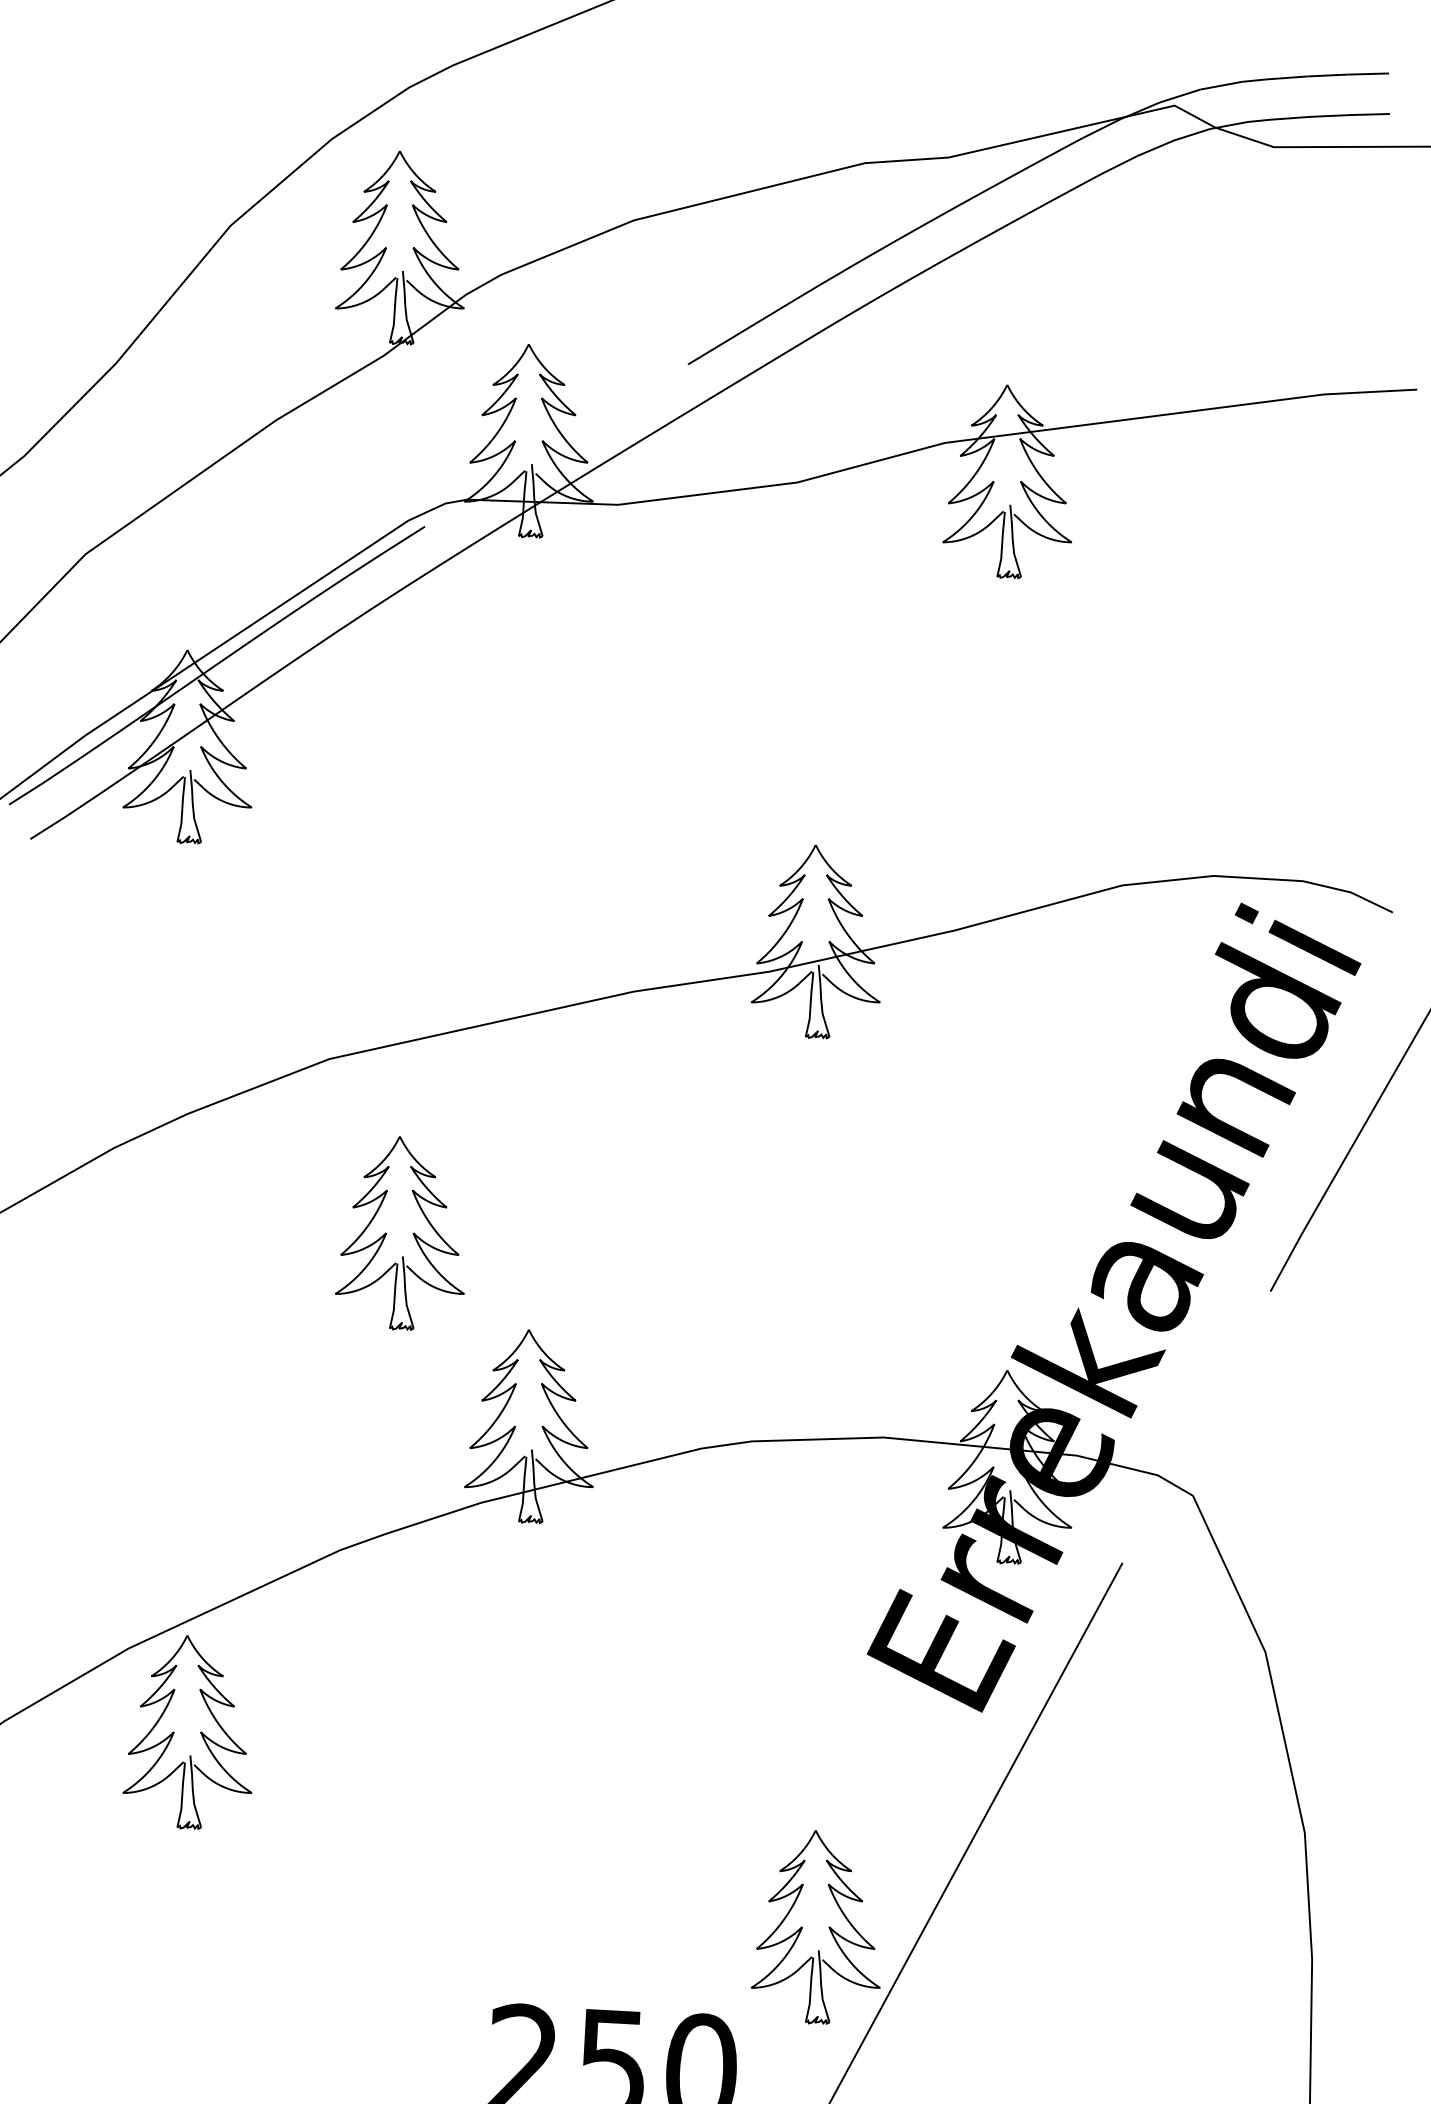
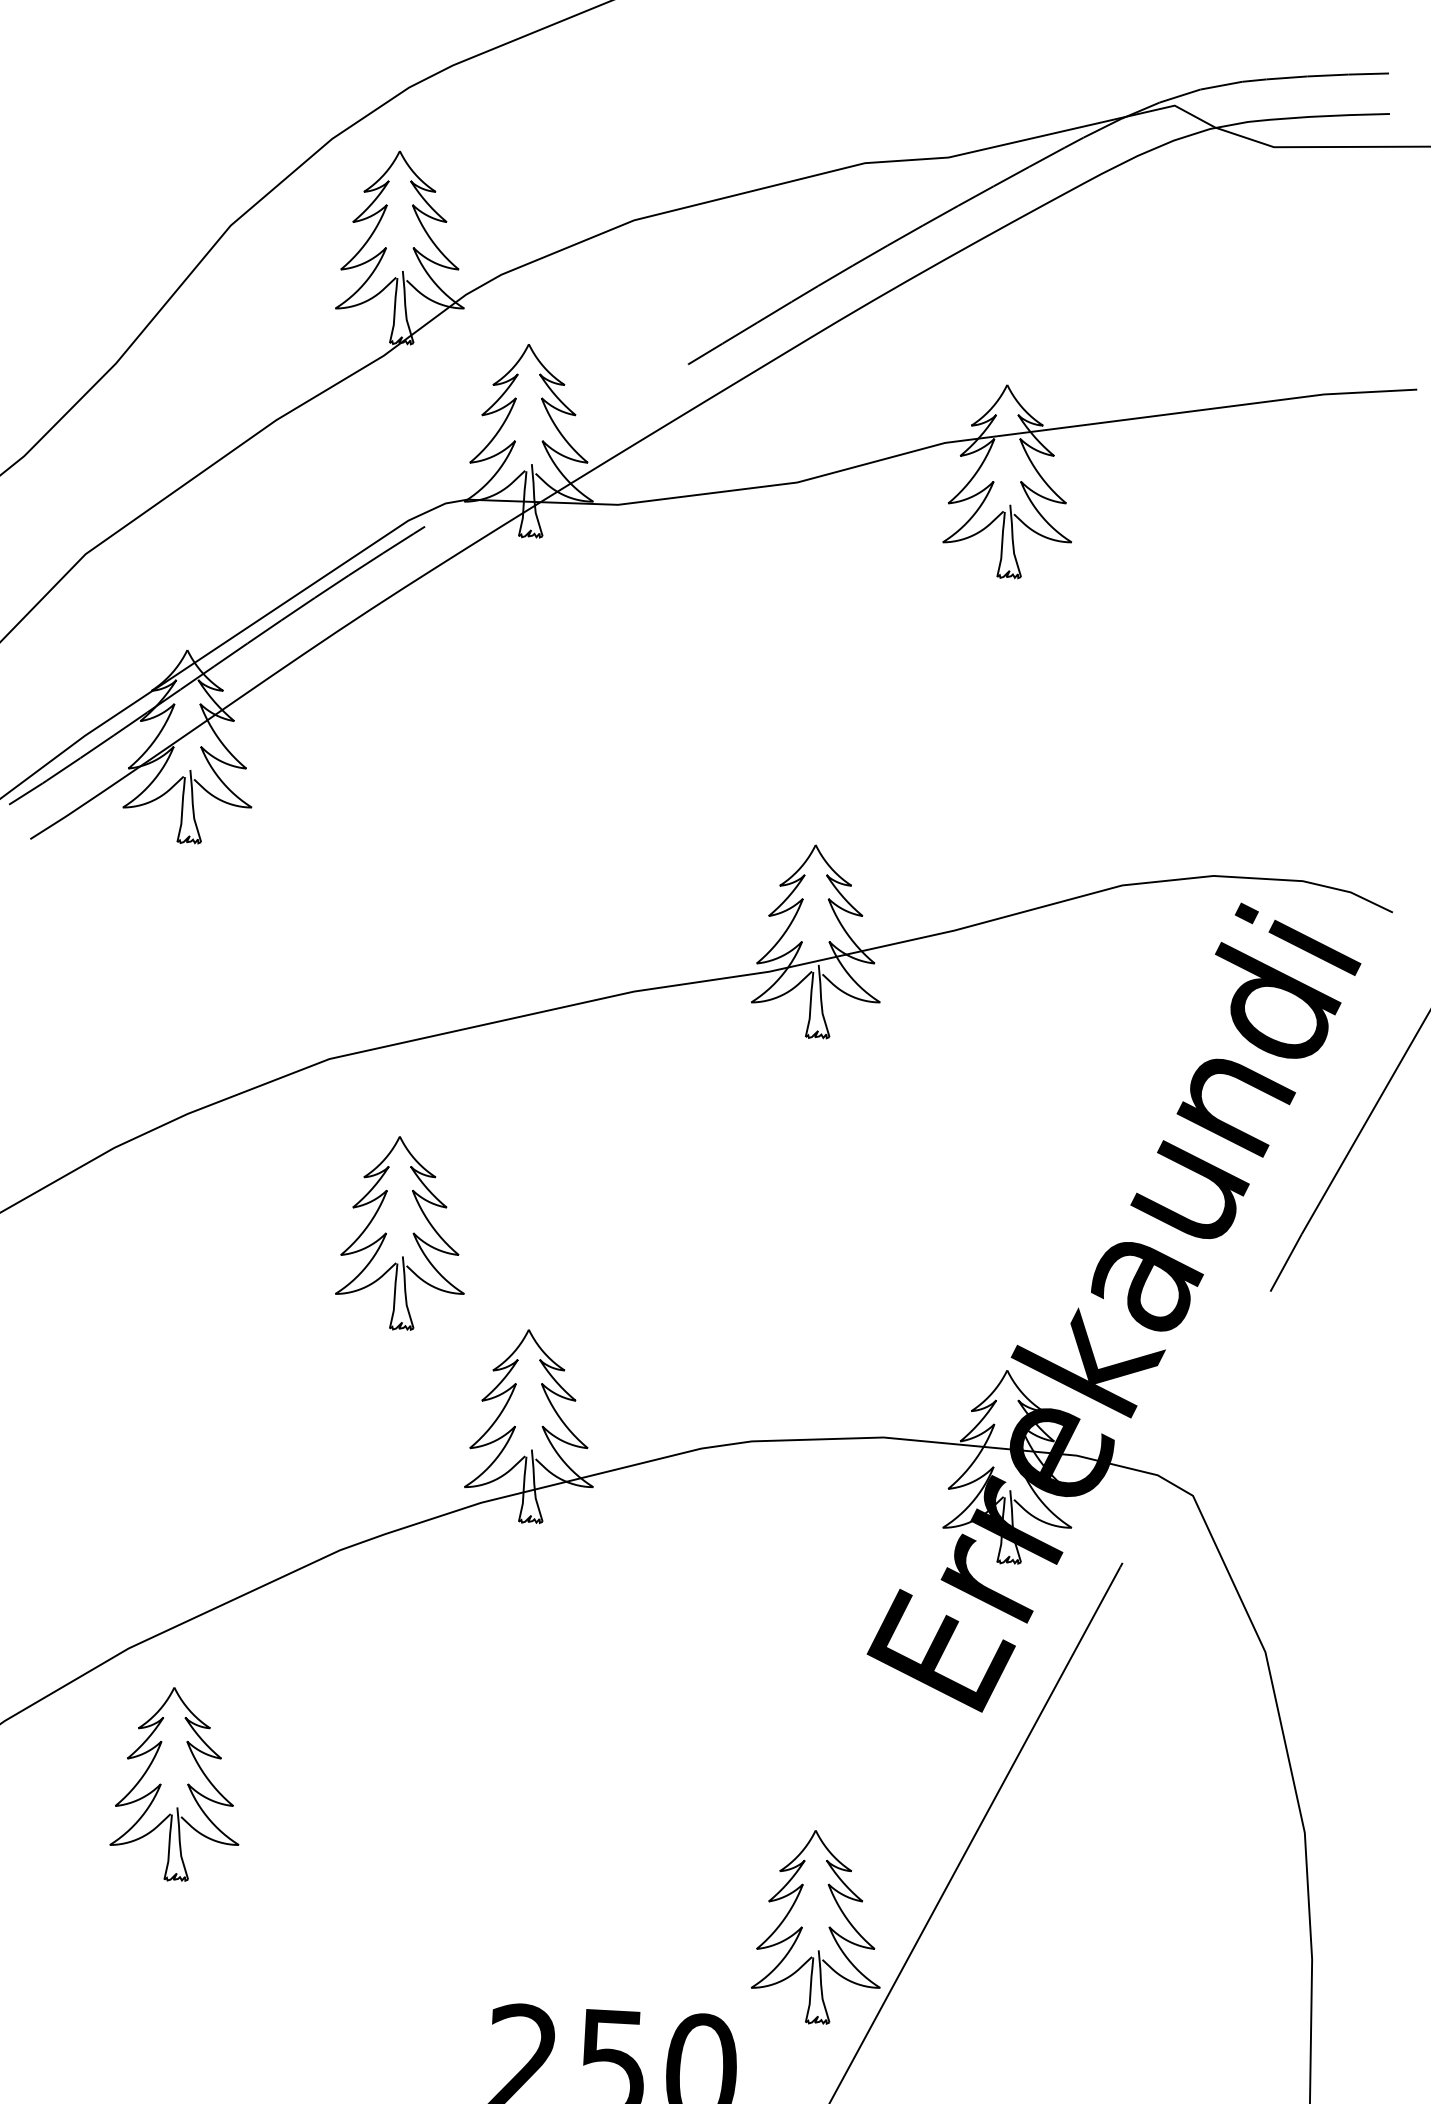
part at (187, 1732) position: (187, 1732) -> (174, 1784)
